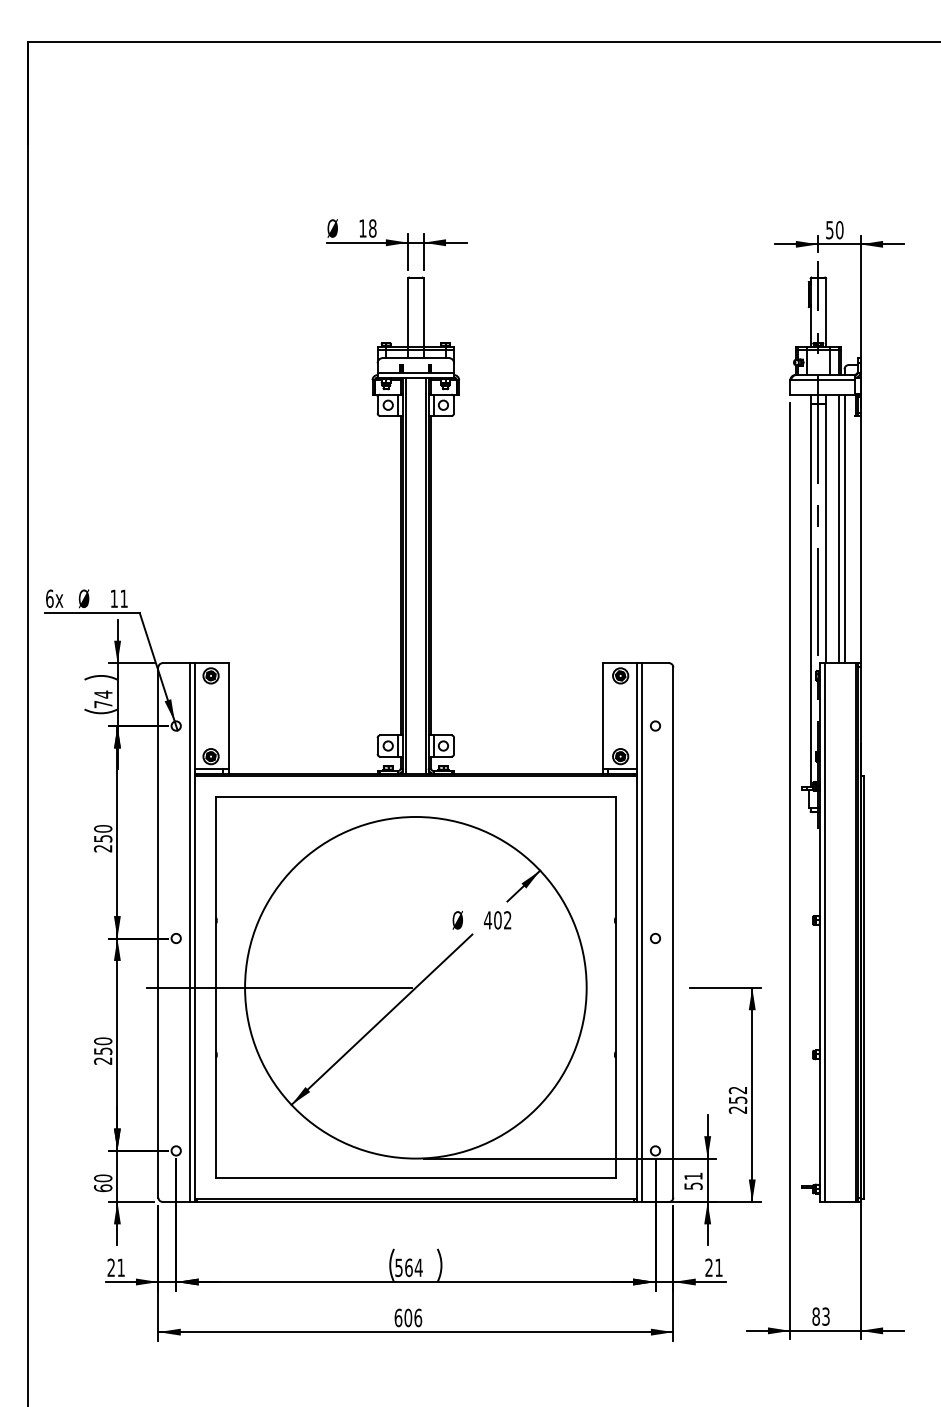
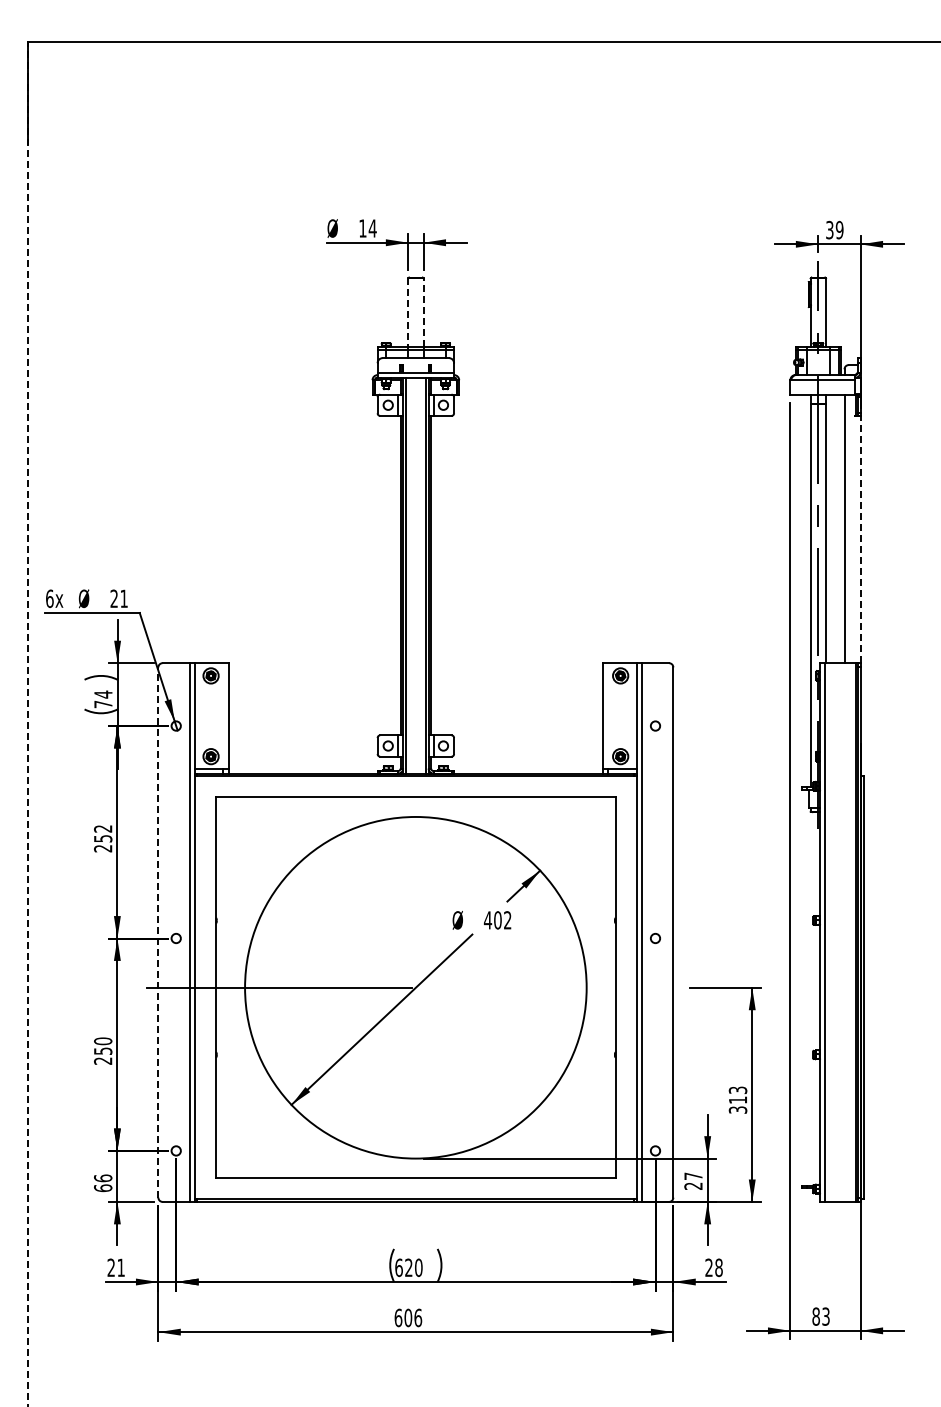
text at (372, 228): 18 -> 14
text at (834, 229): 50 -> 39
line at (423, 312): solid -> dashed
line at (408, 313): solid -> dashed
line at (839, 528): present -> none
line at (860, 539): solid -> dashed
text at (113, 598): 11 -> 21
line at (28, 724): solid -> dashed
text at (103, 828): 250 -> 252
line at (158, 932): solid -> dashed
text at (738, 1099): 252 -> 313
text at (103, 1178): 60 -> 66
text at (693, 1180): 51 -> 27
text at (408, 1267): 564 -> 620
text at (718, 1267): 21 -> 28
